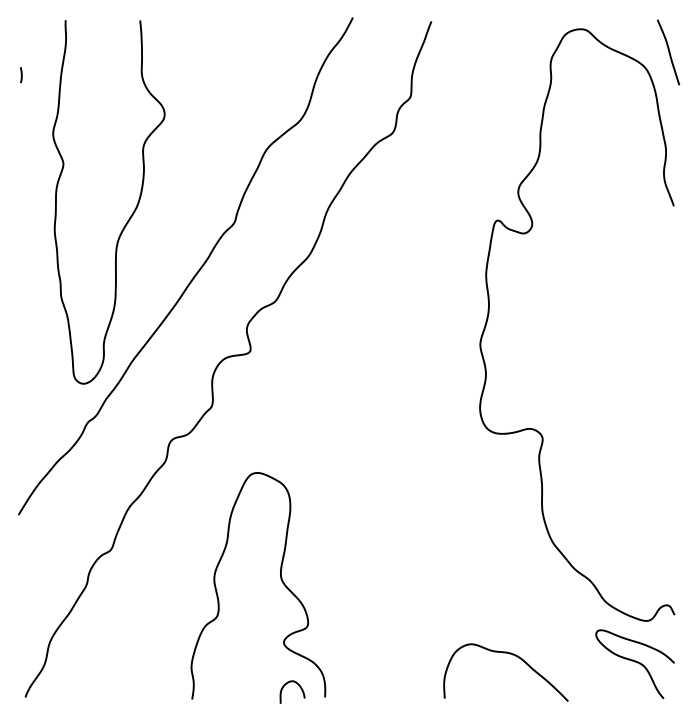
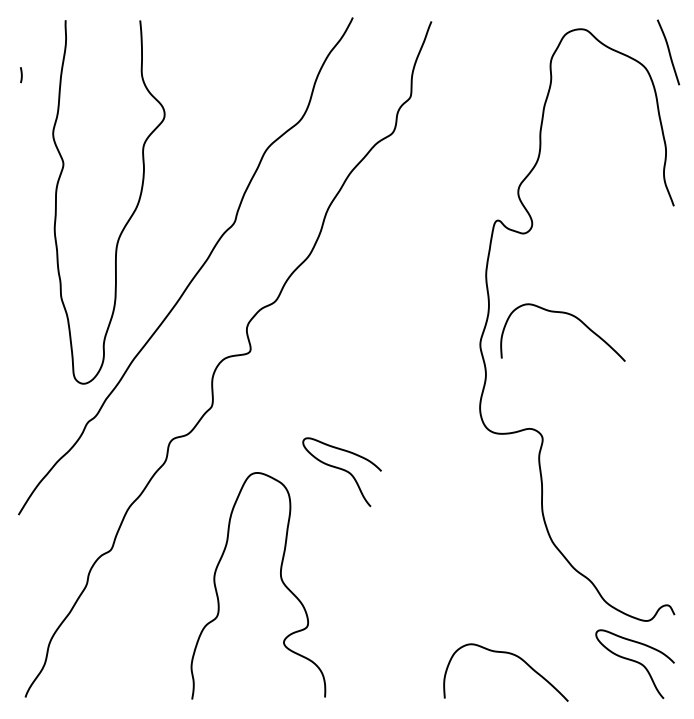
curve at (569, 315): none -> present
curve at (341, 470): none -> present
curve at (299, 687): present -> none
